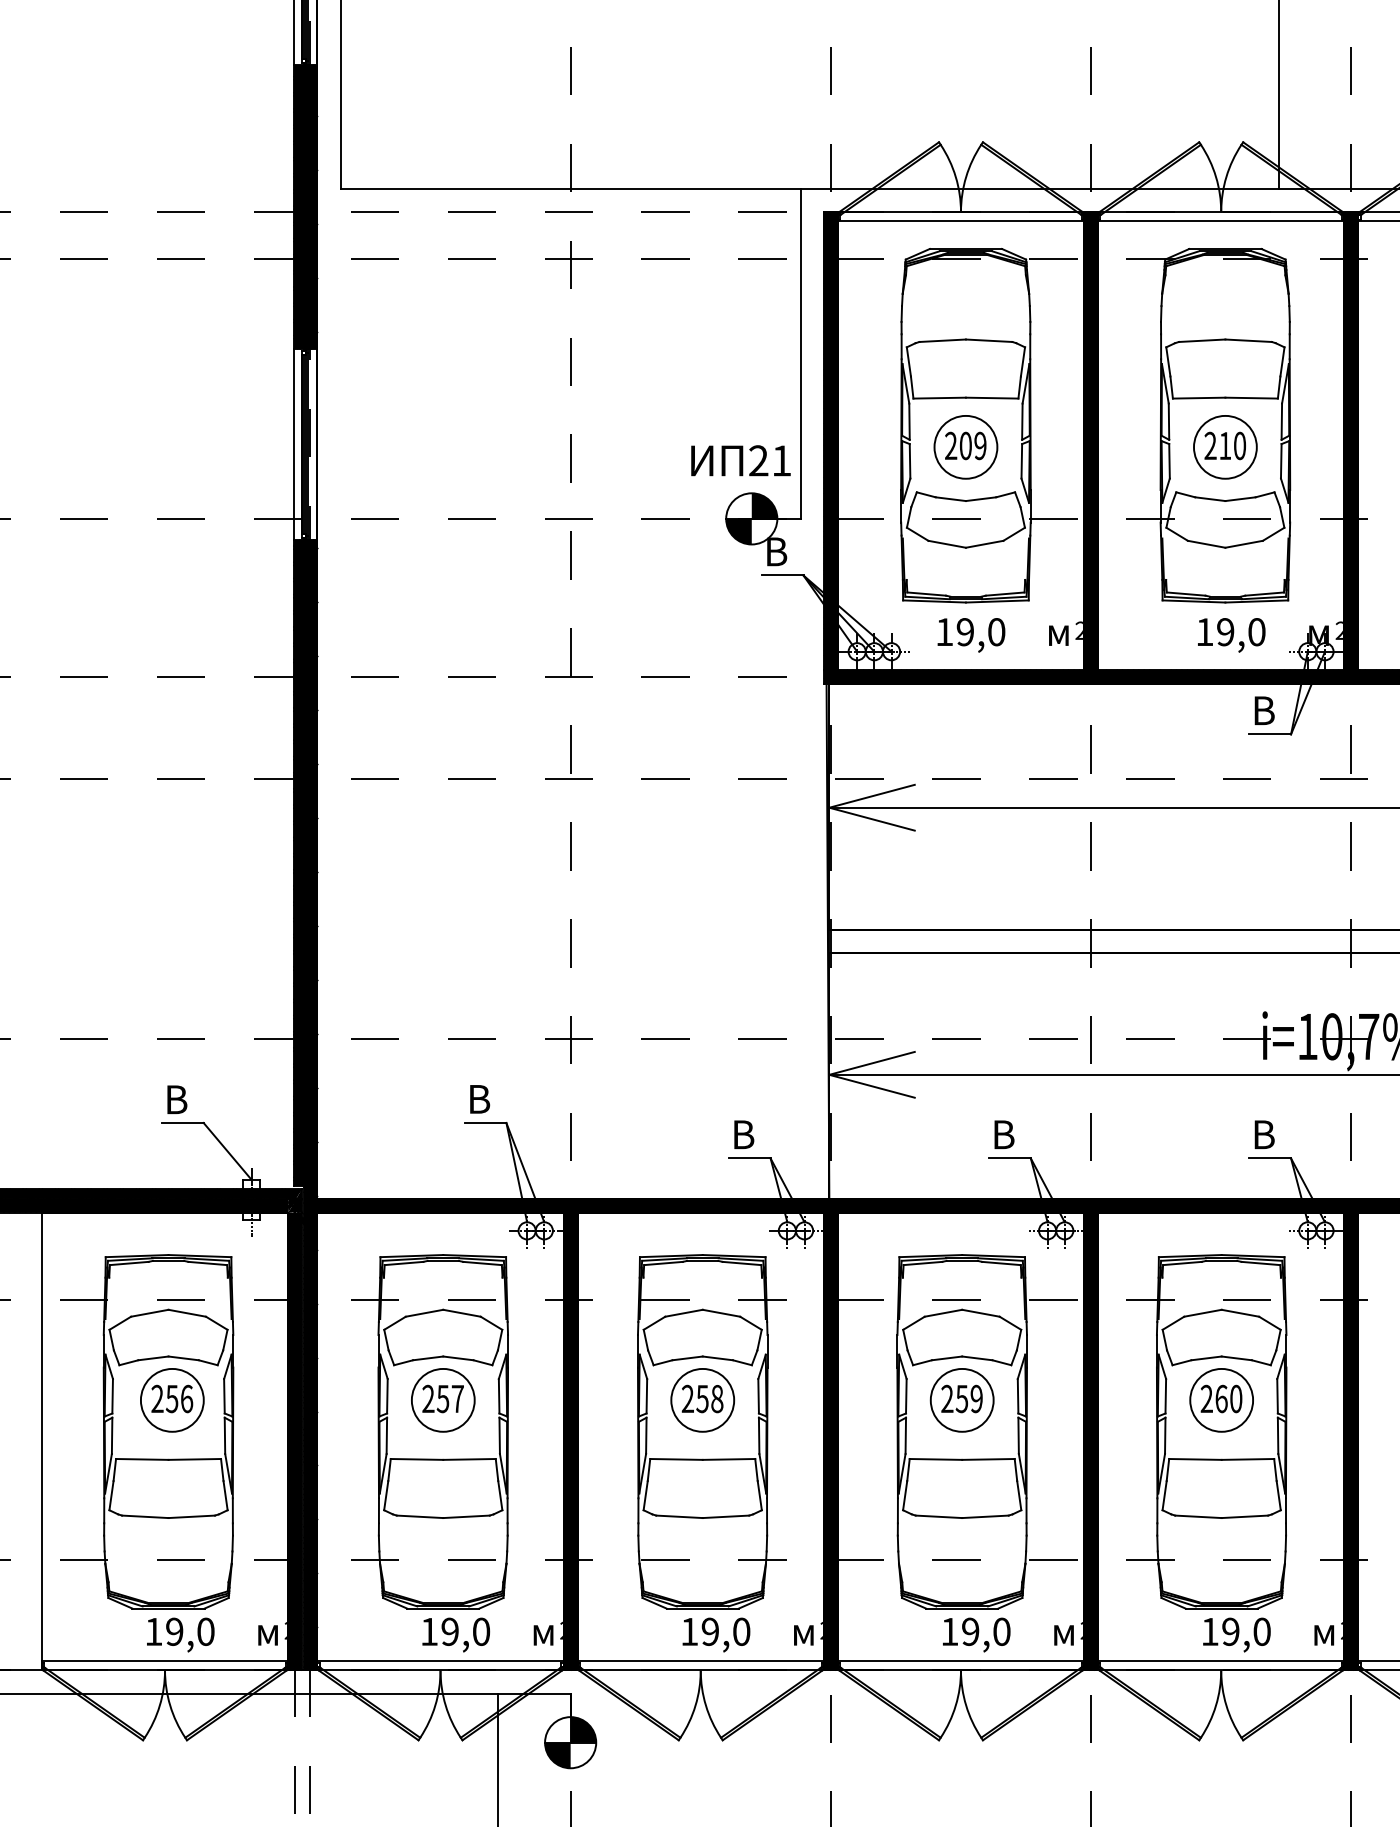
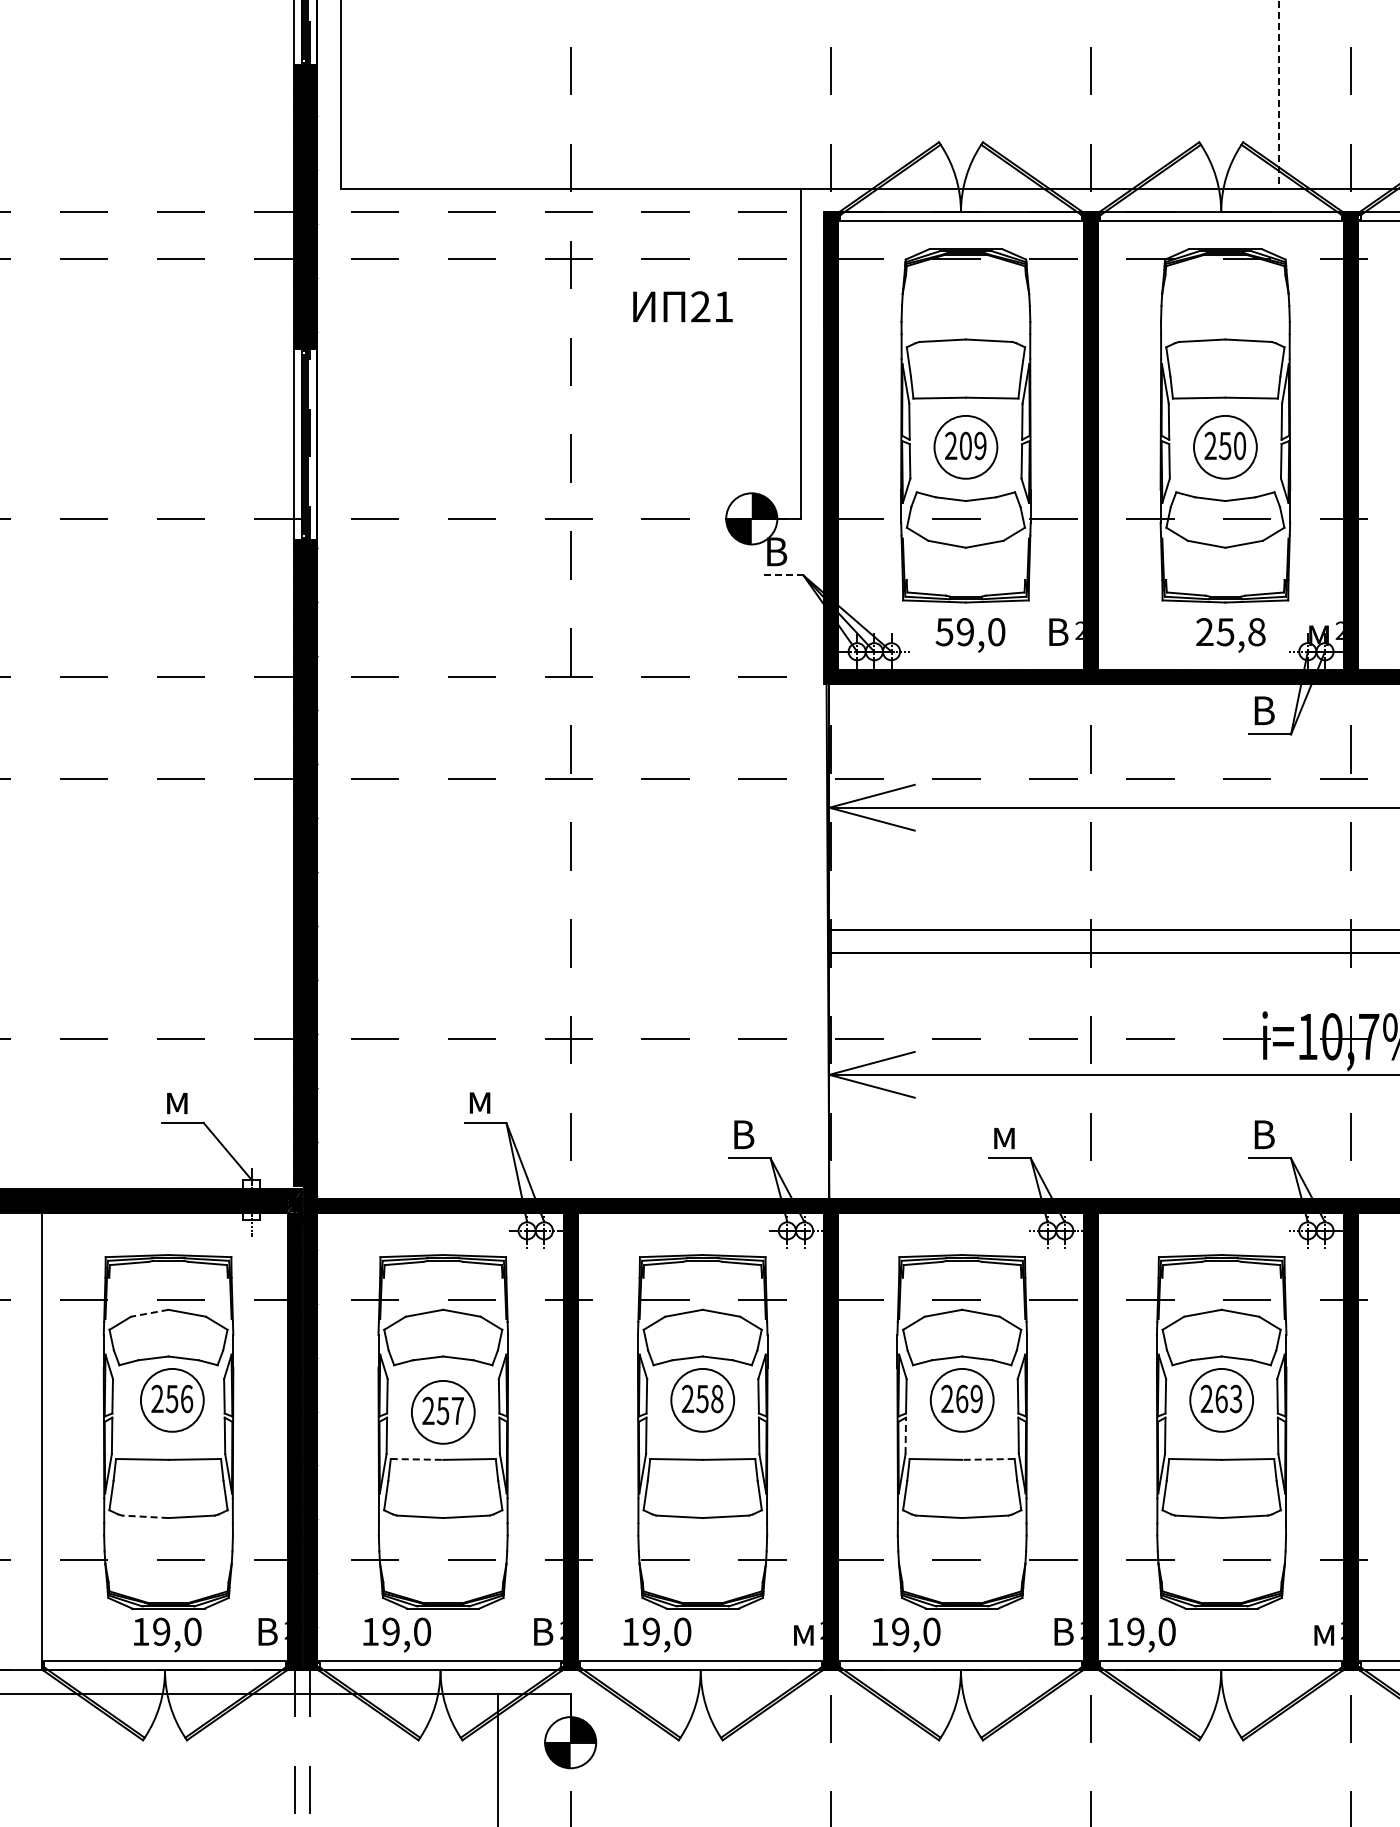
line at (1279, 94): solid -> dashed
text at (1224, 446): 210 -> 250
text at (740, 460) position: (740, 460) -> (682, 306)
line at (782, 575): solid -> dashed
text at (1058, 631): м -> В
text at (944, 632): 19,0 -> 59,0
text at (1230, 632): 19,0 -> 25,8
text at (177, 1099): В -> м
text at (479, 1099): В -> м
text at (1004, 1134): В -> м
line at (149, 1313): solid -> dashed
text at (961, 1398): 259 -> 269
text at (1236, 1399): 260 -> 263
part at (443, 1400) position: (443, 1400) -> (443, 1412)
line at (905, 1435): solid -> dashed
line at (417, 1459): solid -> dashed
line at (987, 1459): solid -> dashed
line at (144, 1516): solid -> dashed
text at (267, 1631): м -> В
text at (543, 1631): м -> В
text at (1063, 1631): м -> В
text at (180, 1634) position: (180, 1634) -> (167, 1634)
text at (455, 1634) position: (455, 1634) -> (396, 1634)
text at (716, 1634) position: (716, 1634) -> (657, 1634)
text at (976, 1634) position: (976, 1634) -> (906, 1634)
text at (1236, 1634) position: (1236, 1634) -> (1141, 1634)
